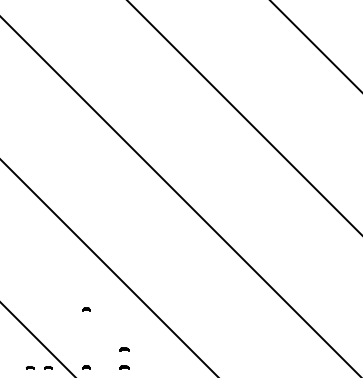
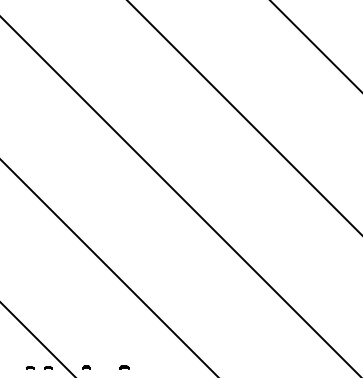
part at (86, 309): present -> none
part at (124, 349): present -> none
